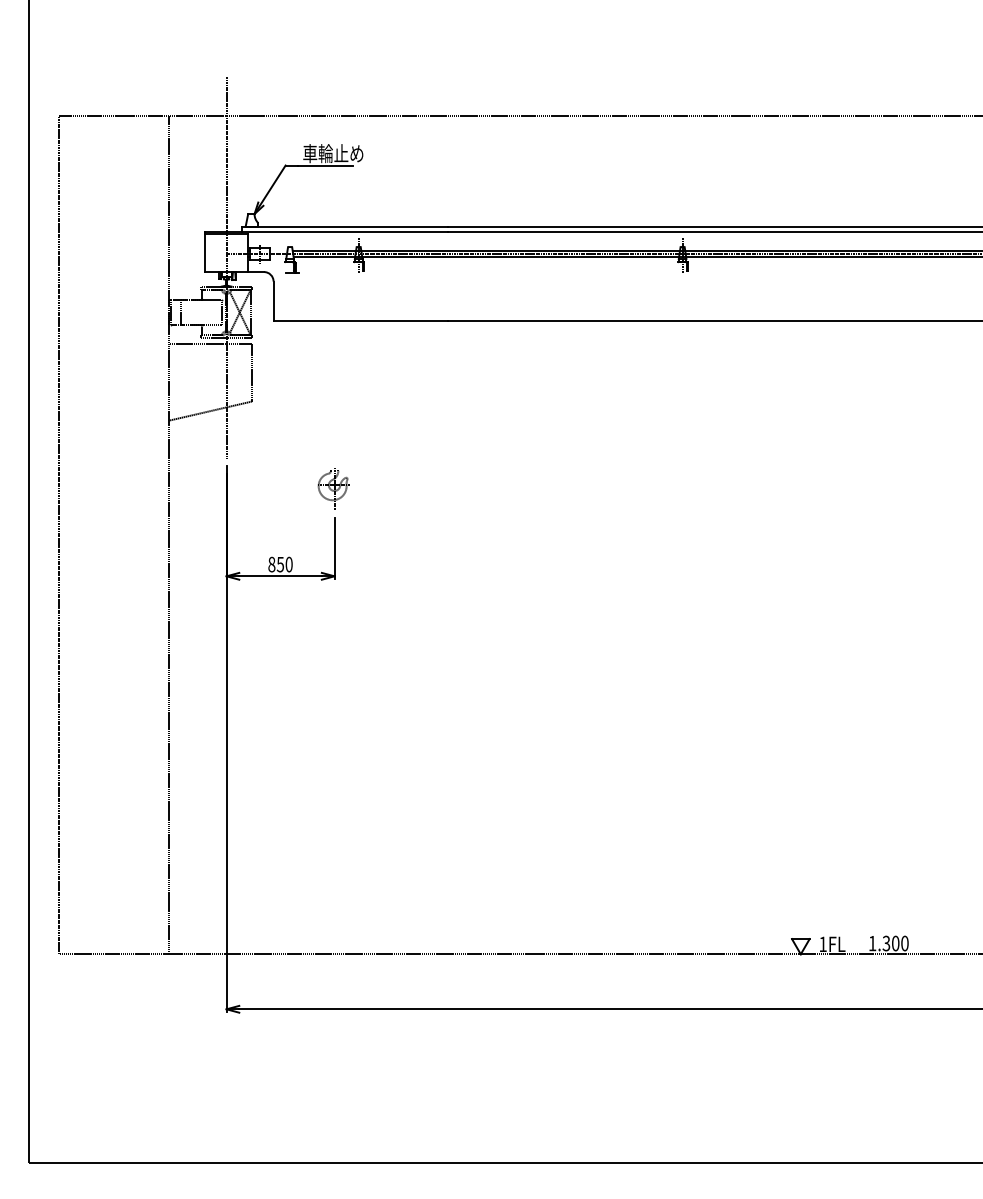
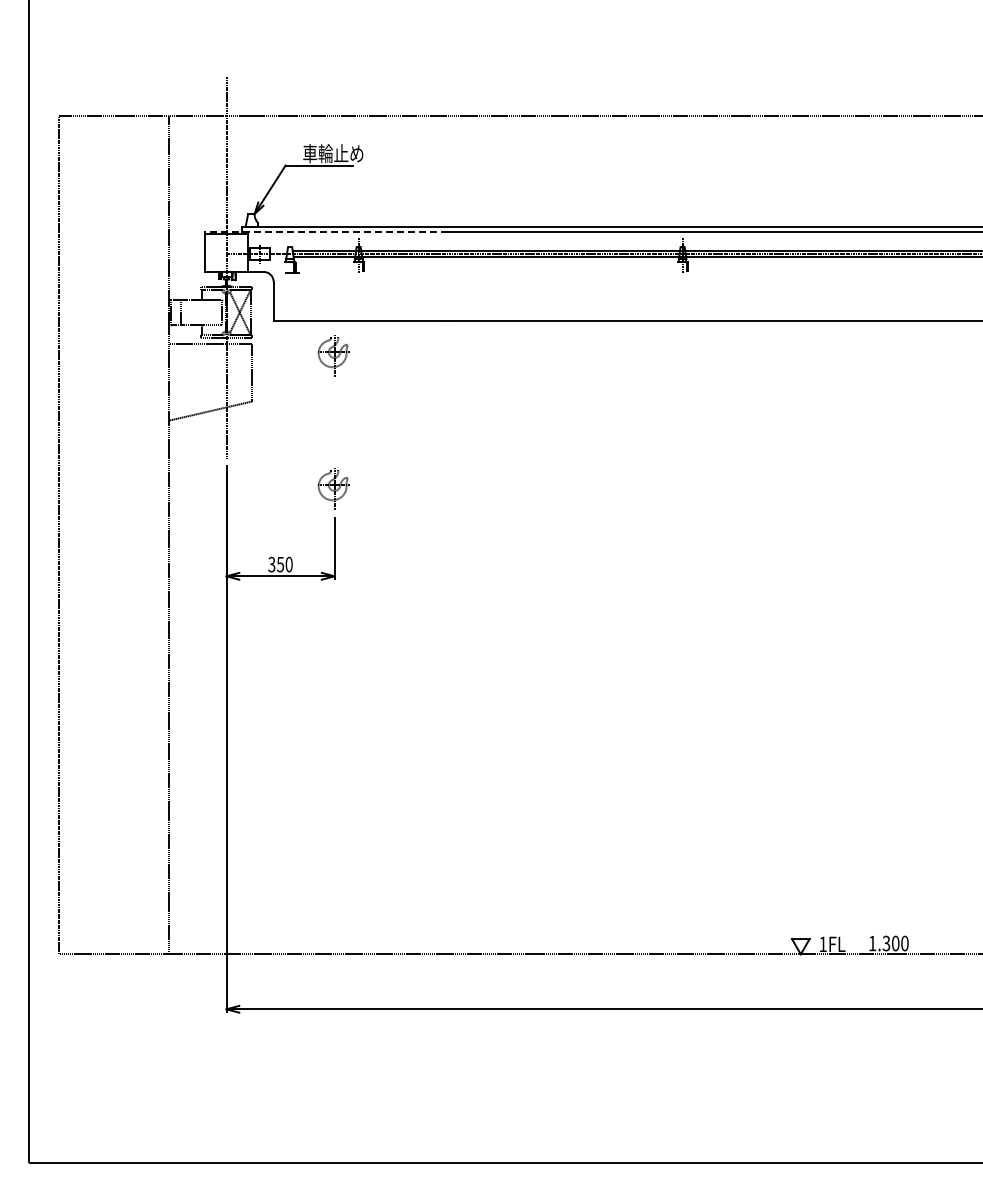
line at (326, 232): solid -> dashed
part at (333, 355): none -> present
text at (271, 564): 850 -> 350
